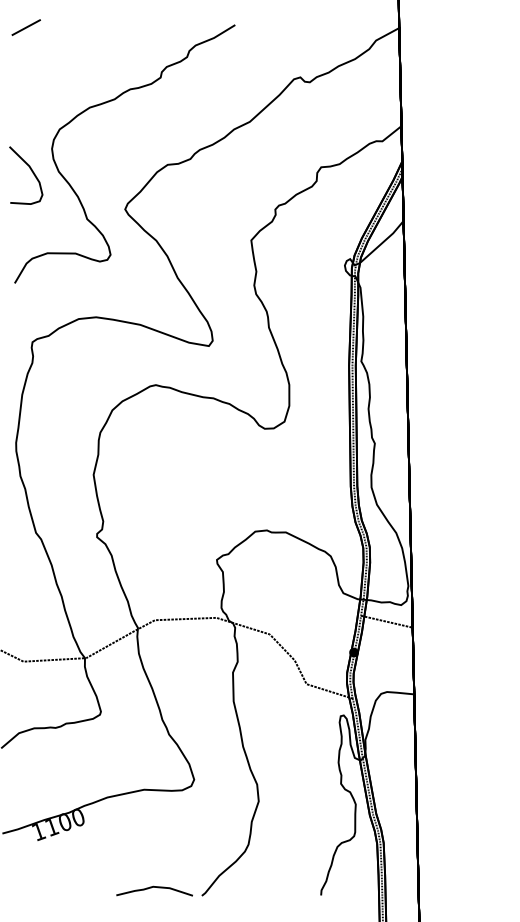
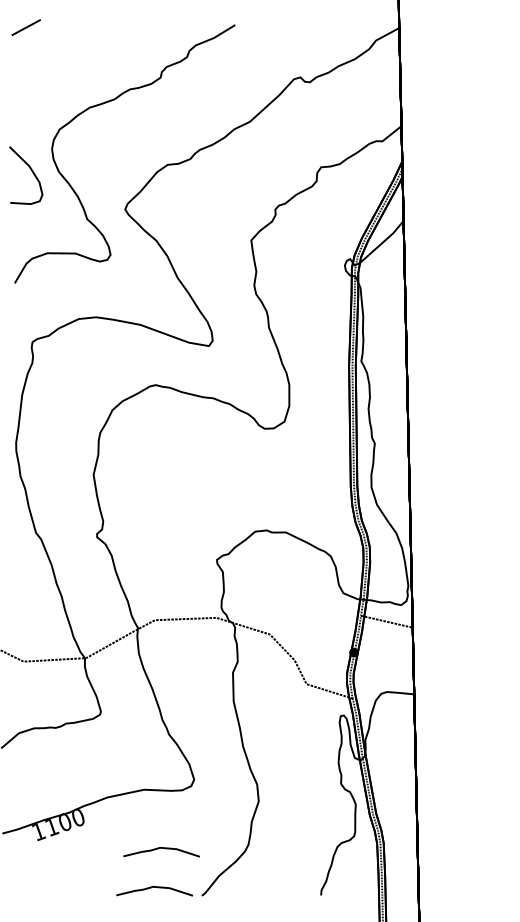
curve at (161, 848): none -> present
